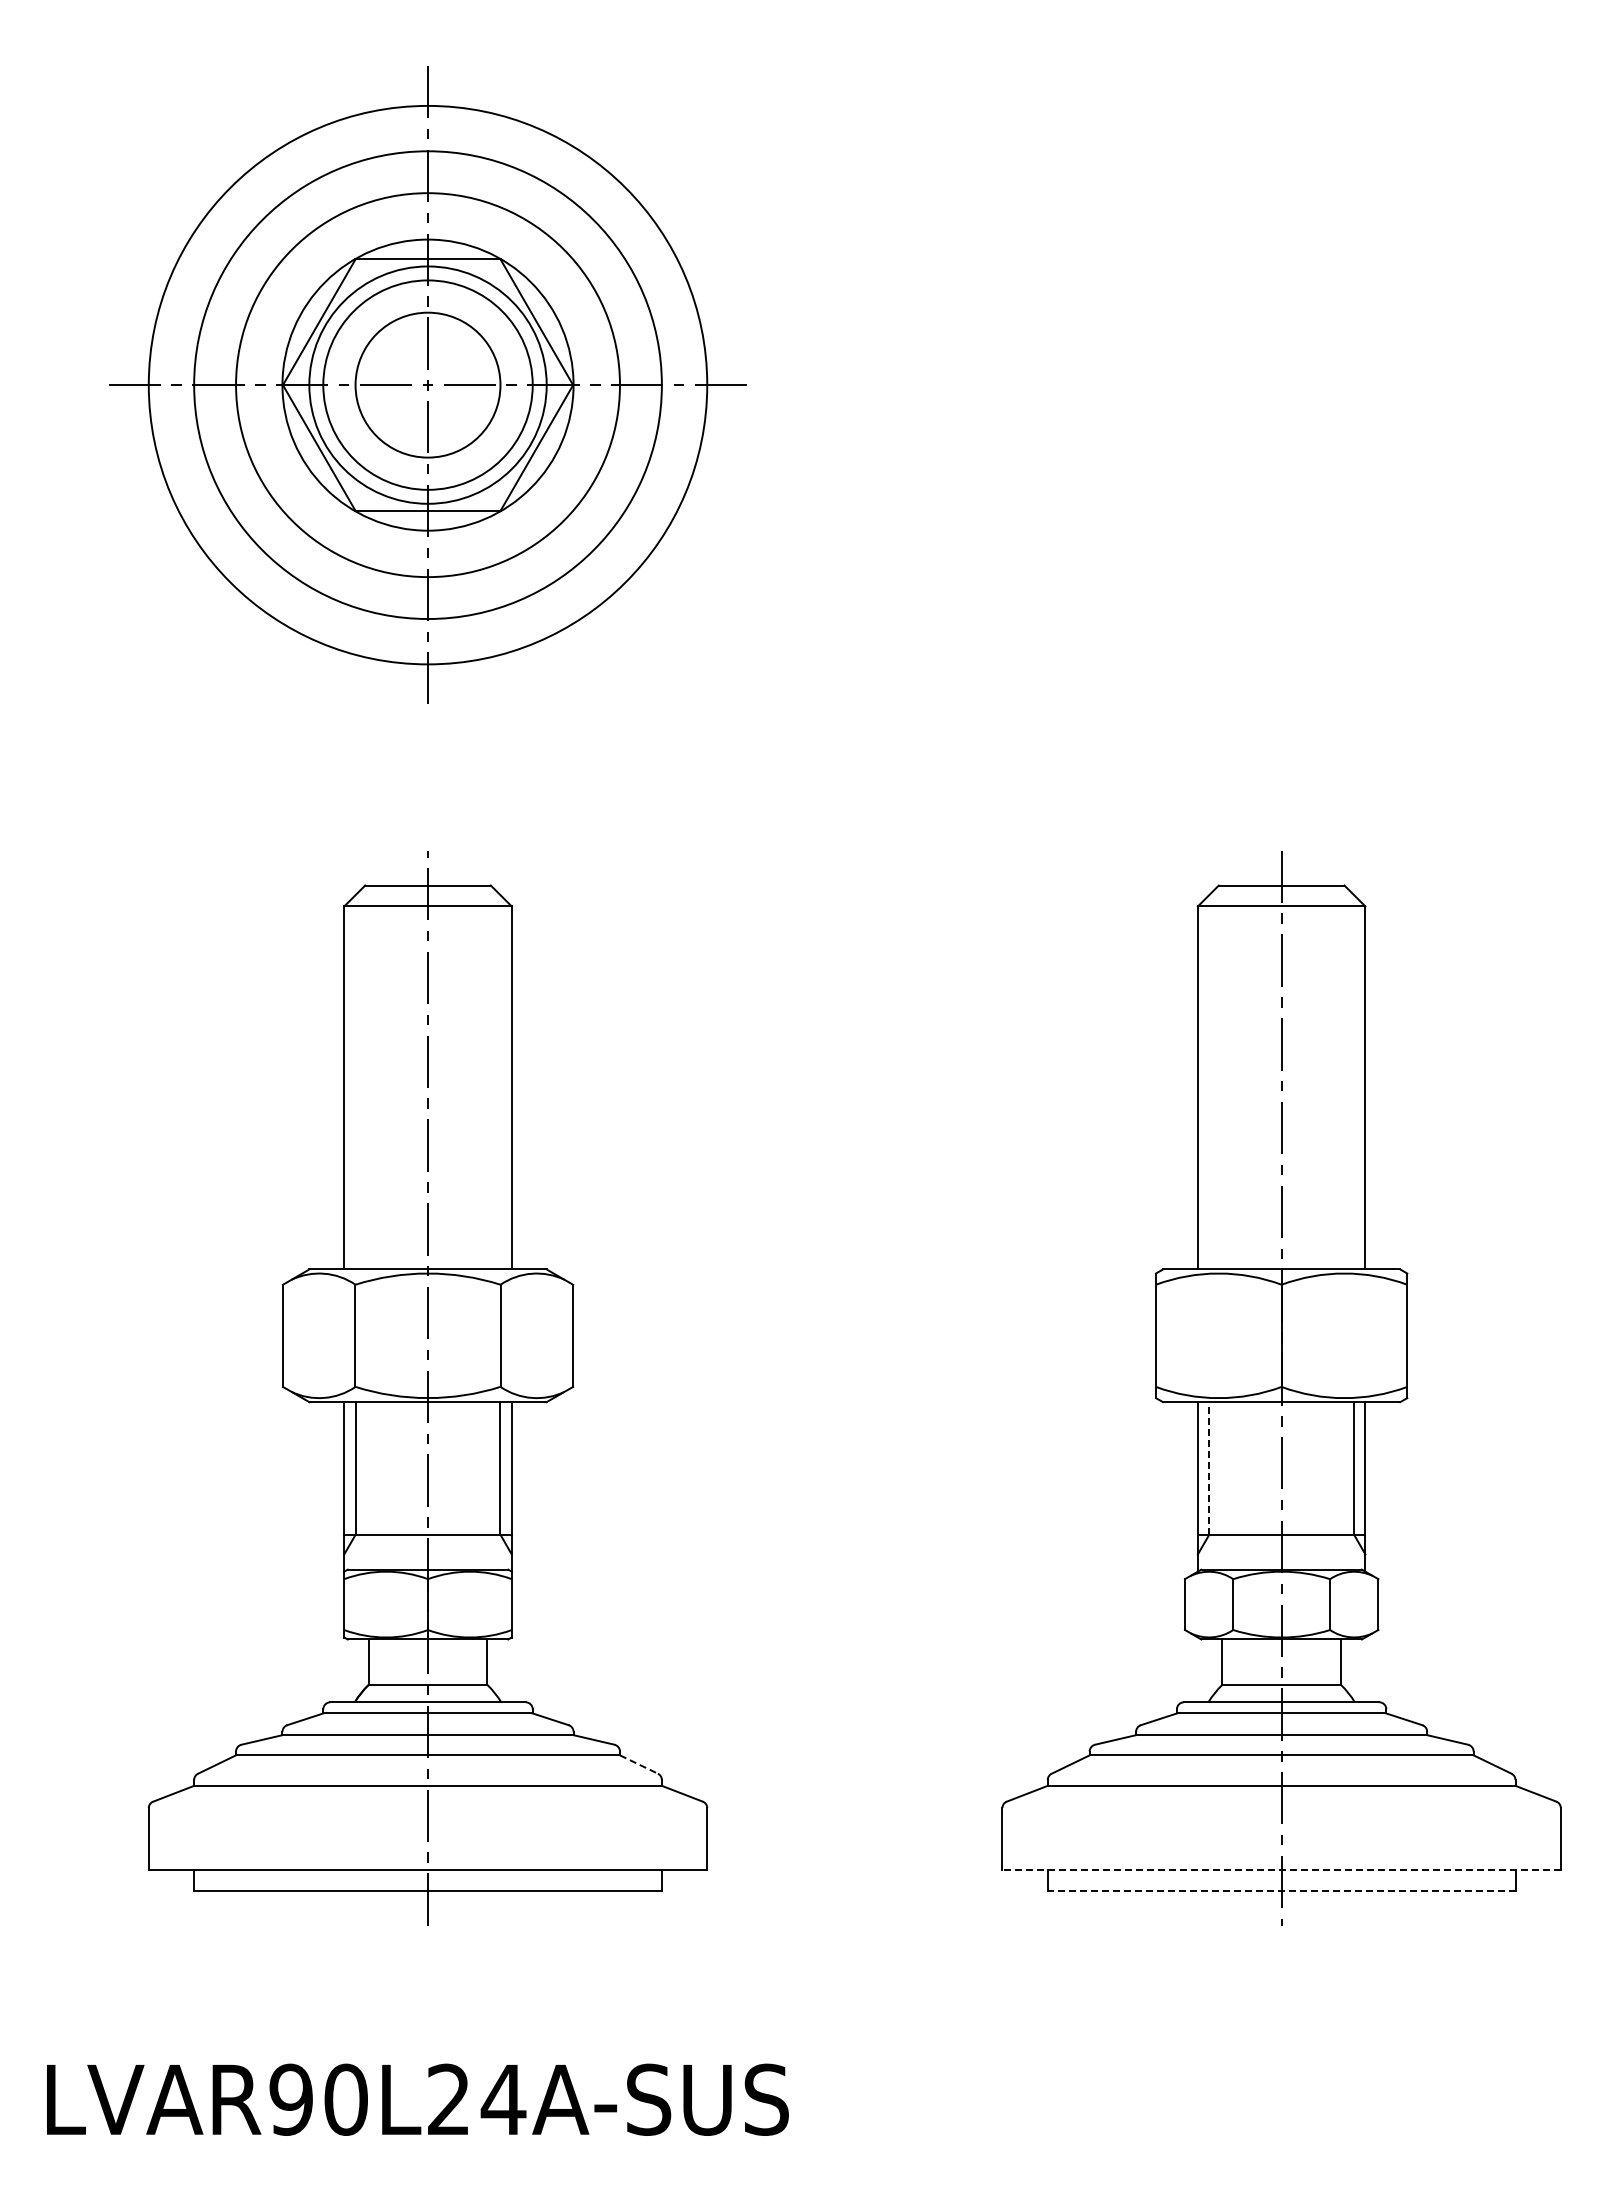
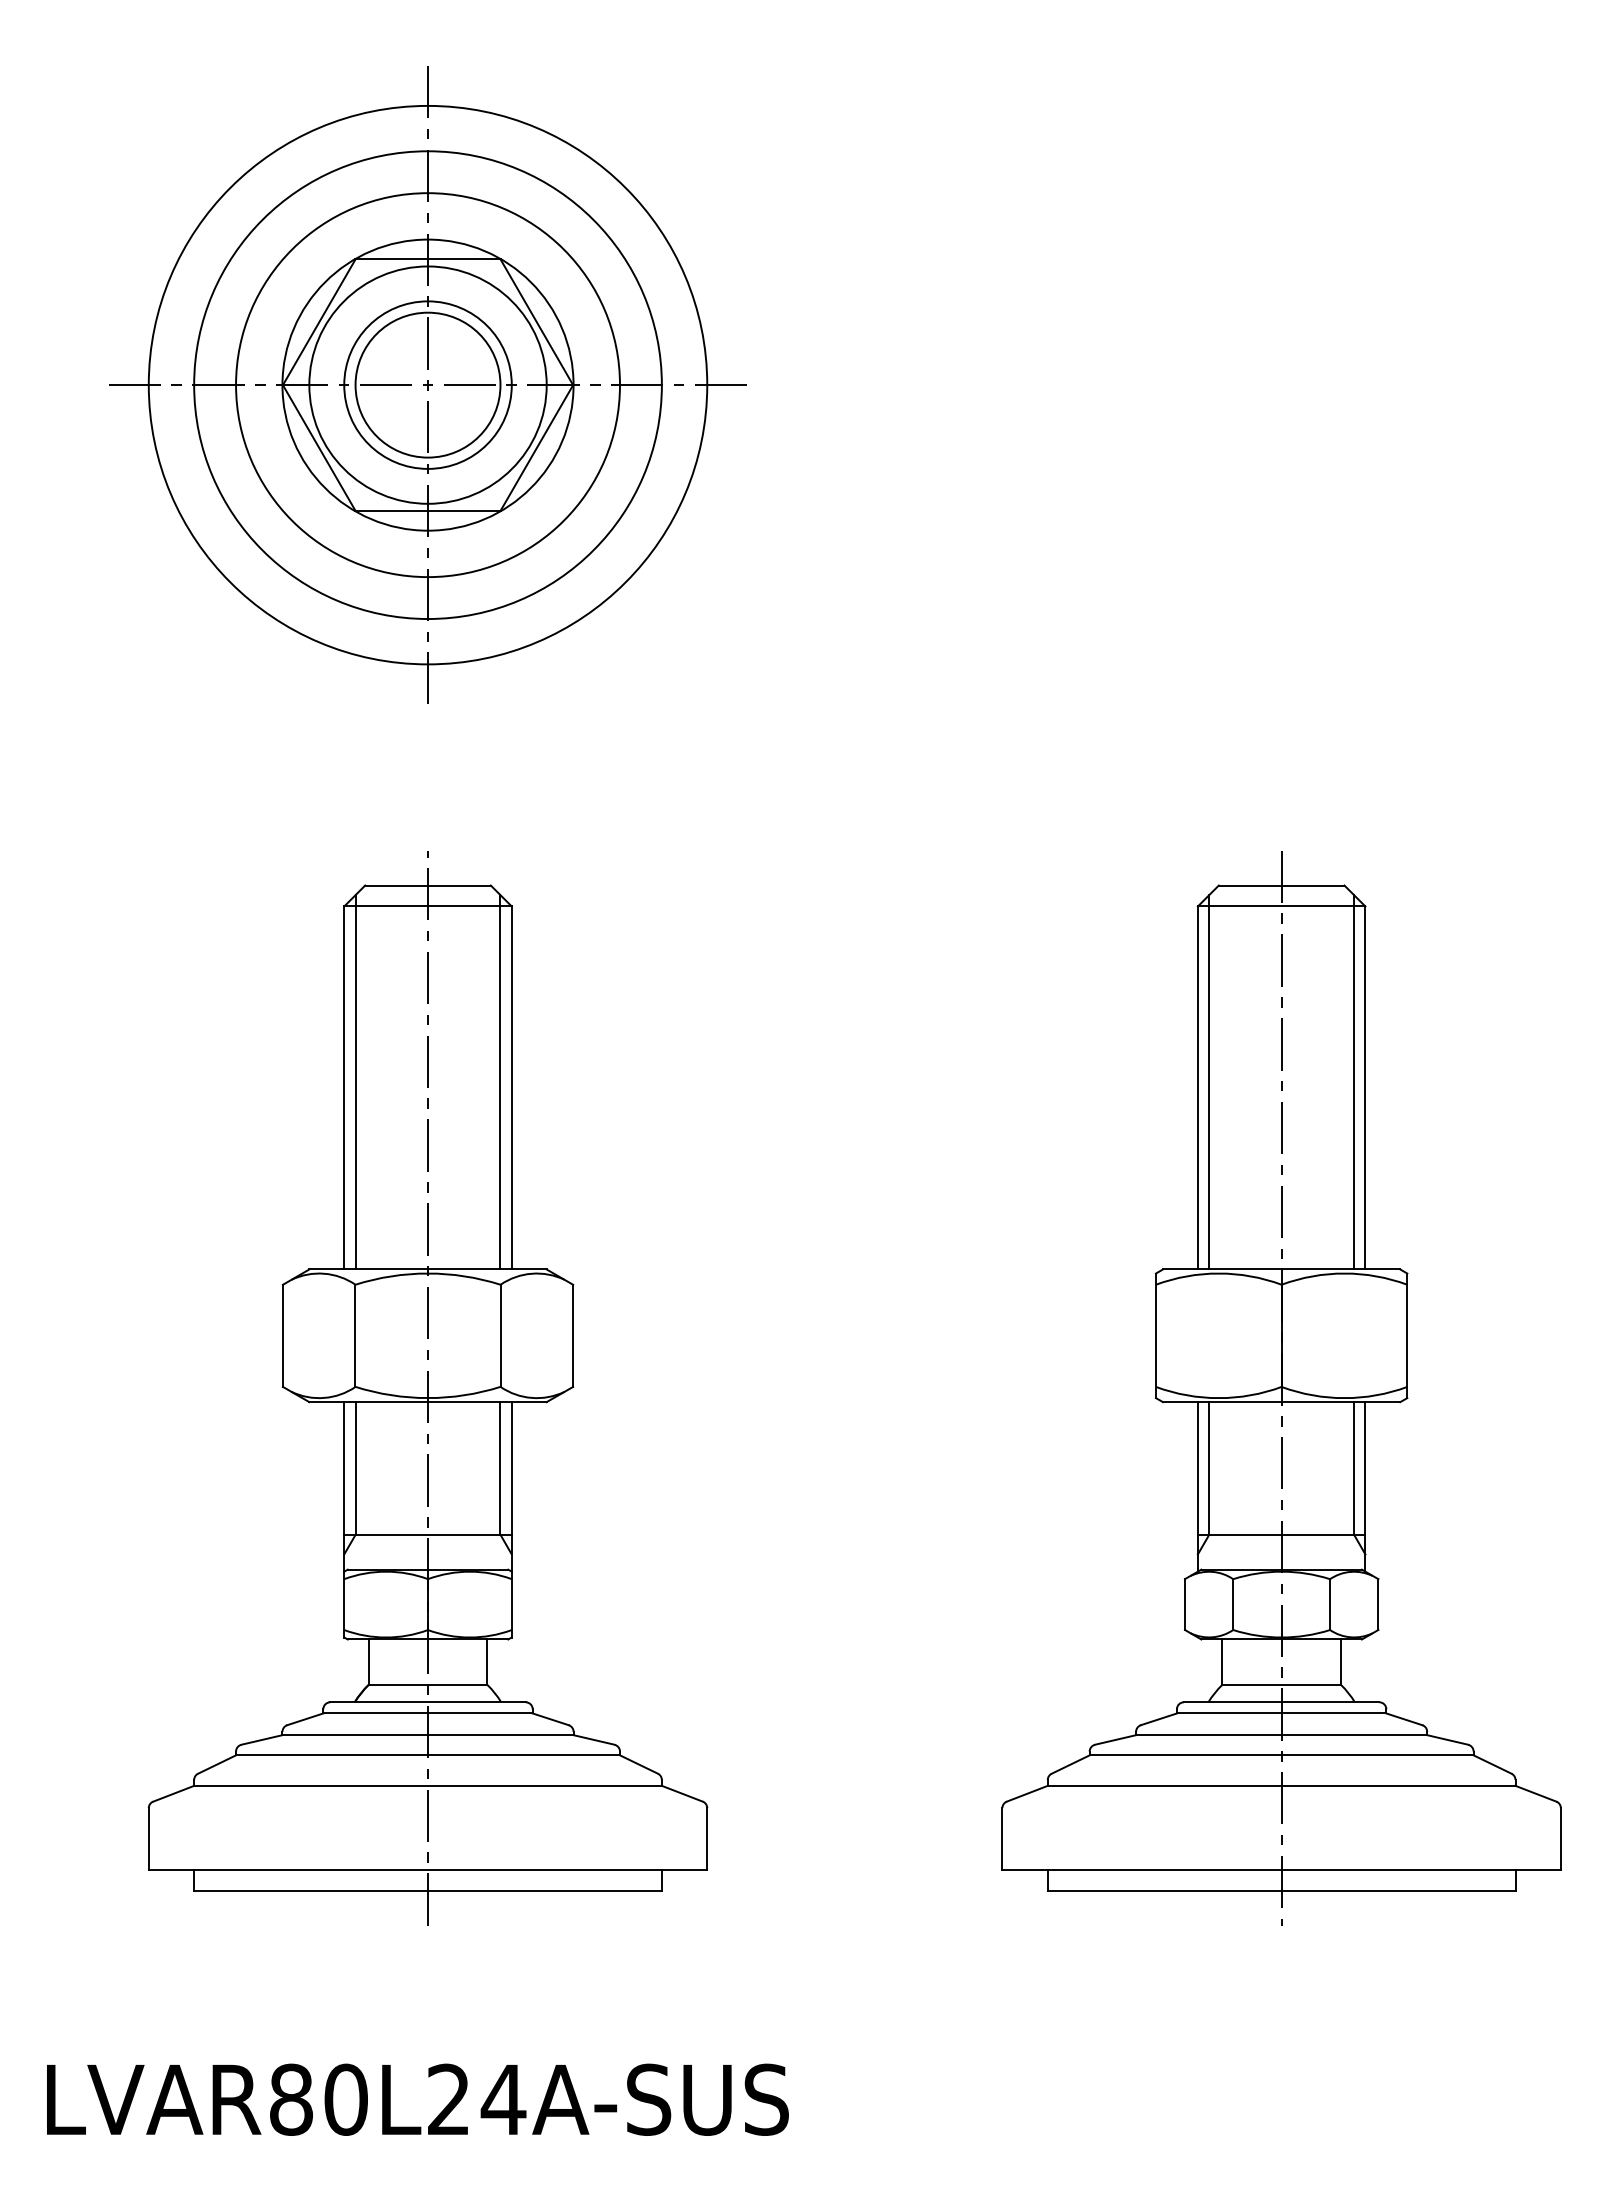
circle at (427, 384) diameter: 209 px -> 168 px
line at (355, 1082): none -> present
line at (500, 1082): none -> present
line at (1209, 1082): none -> present
line at (1354, 1082): none -> present
line at (1209, 1467): dashed -> solid
line at (639, 1764): dashed -> solid
line at (1281, 1869): dashed -> solid
line at (1281, 1890): dashed -> solid
text at (290, 2099): LVAR90L24A-SUS -> LVAR80L24A-SUS
